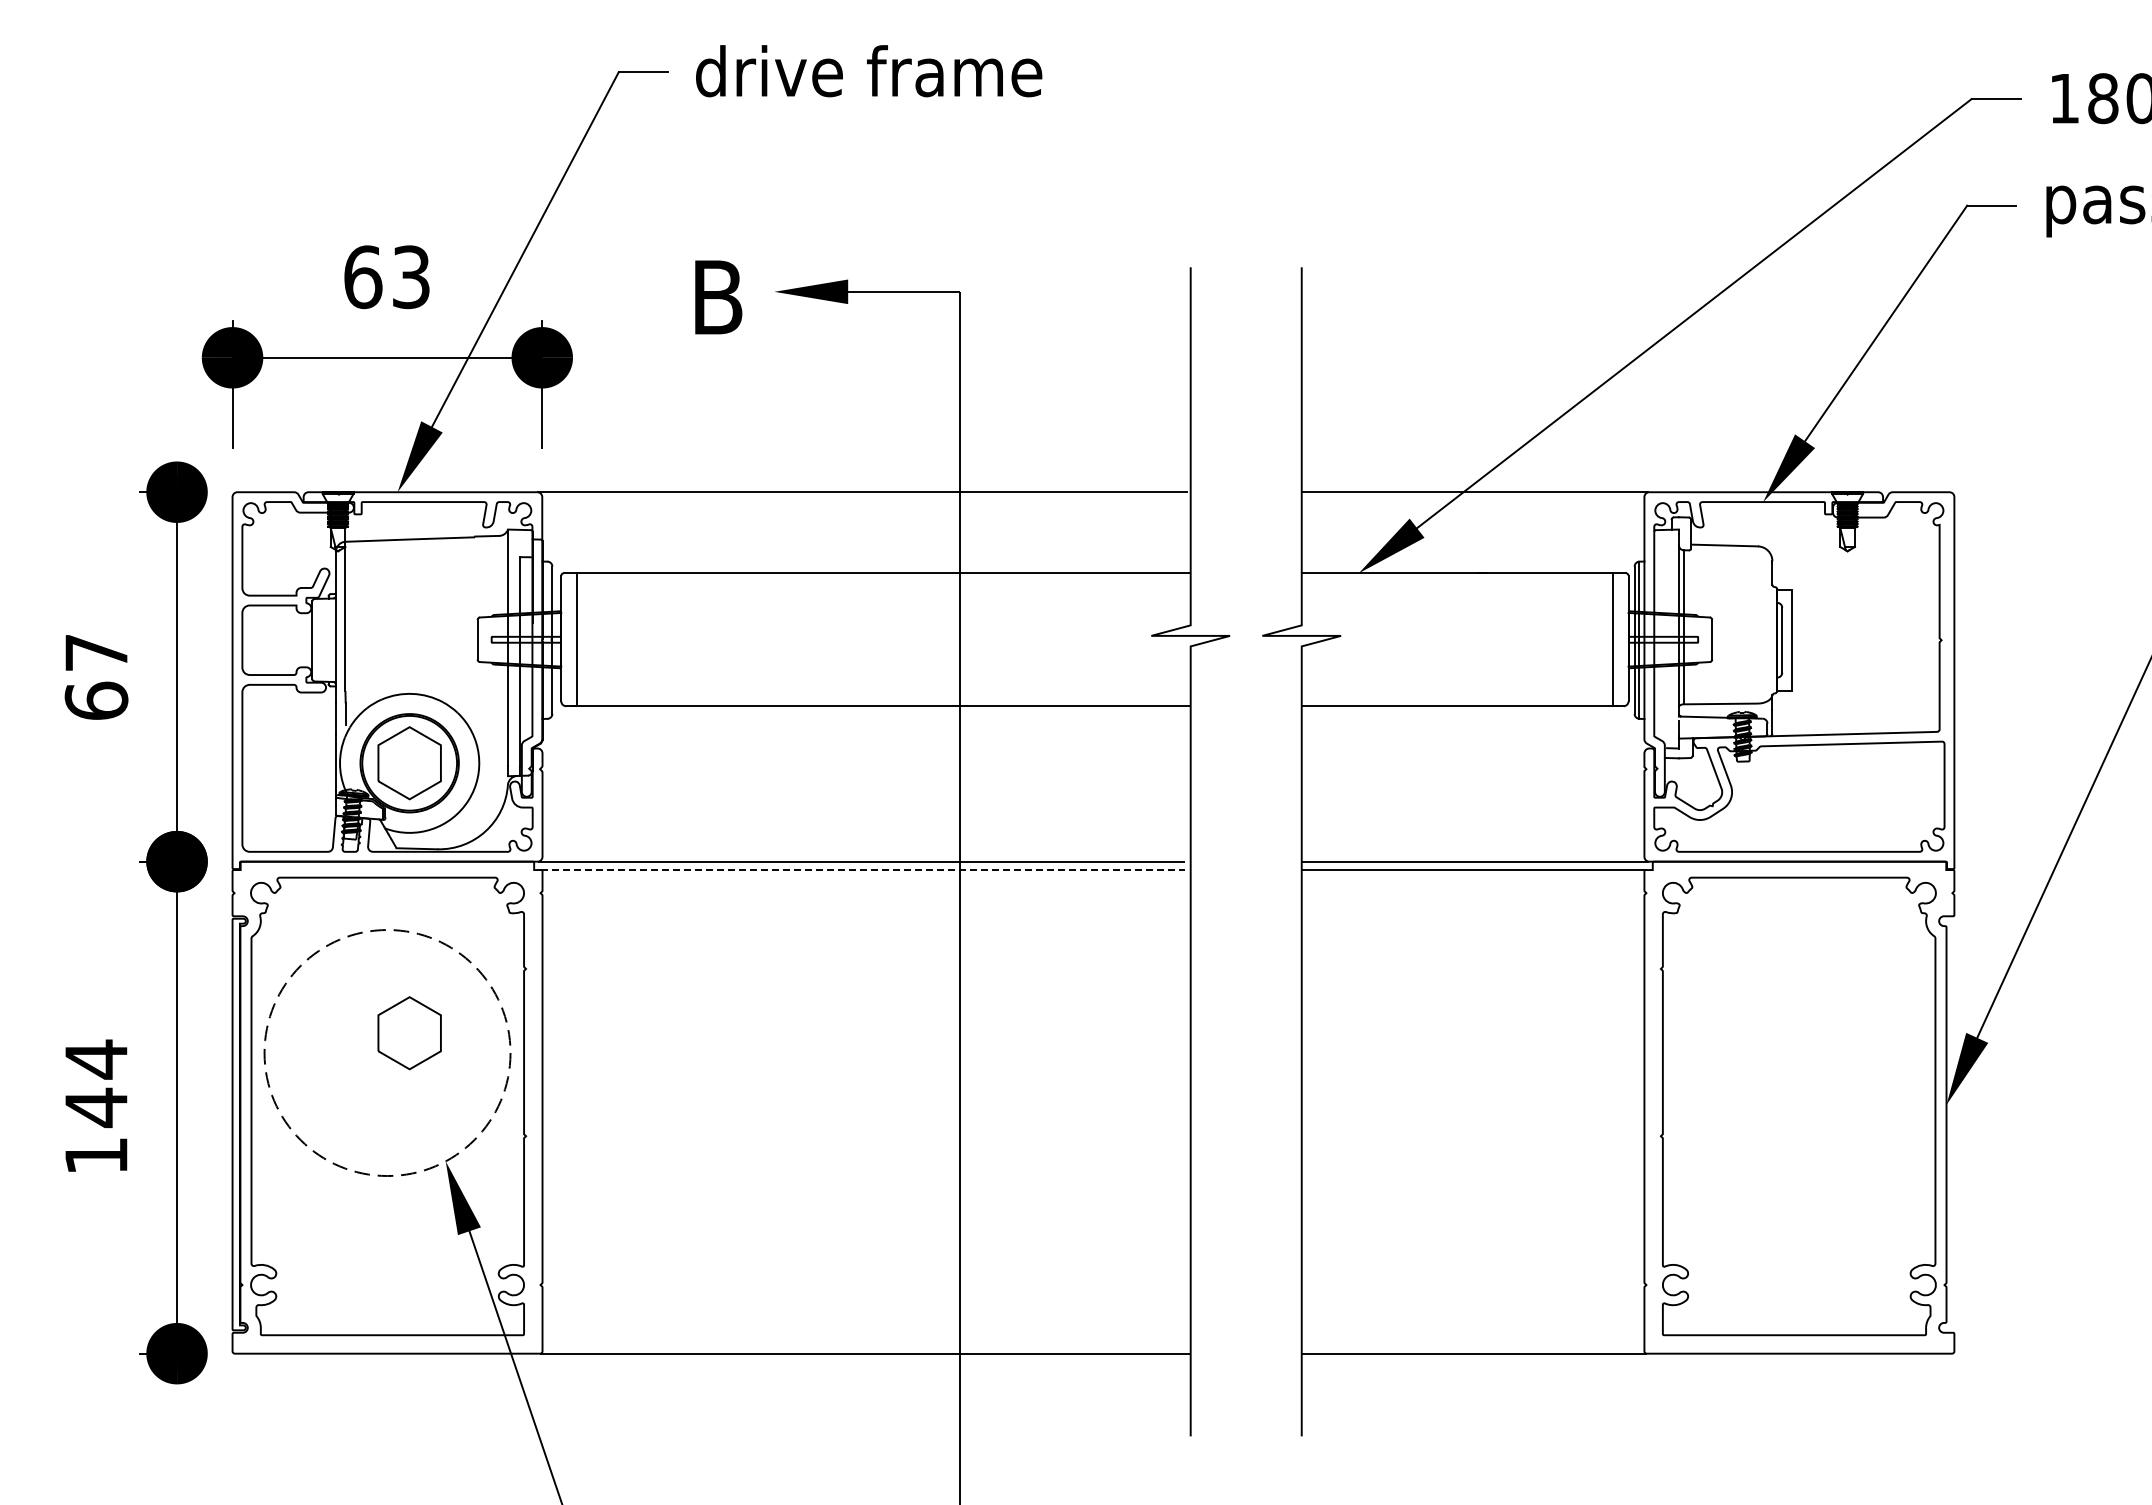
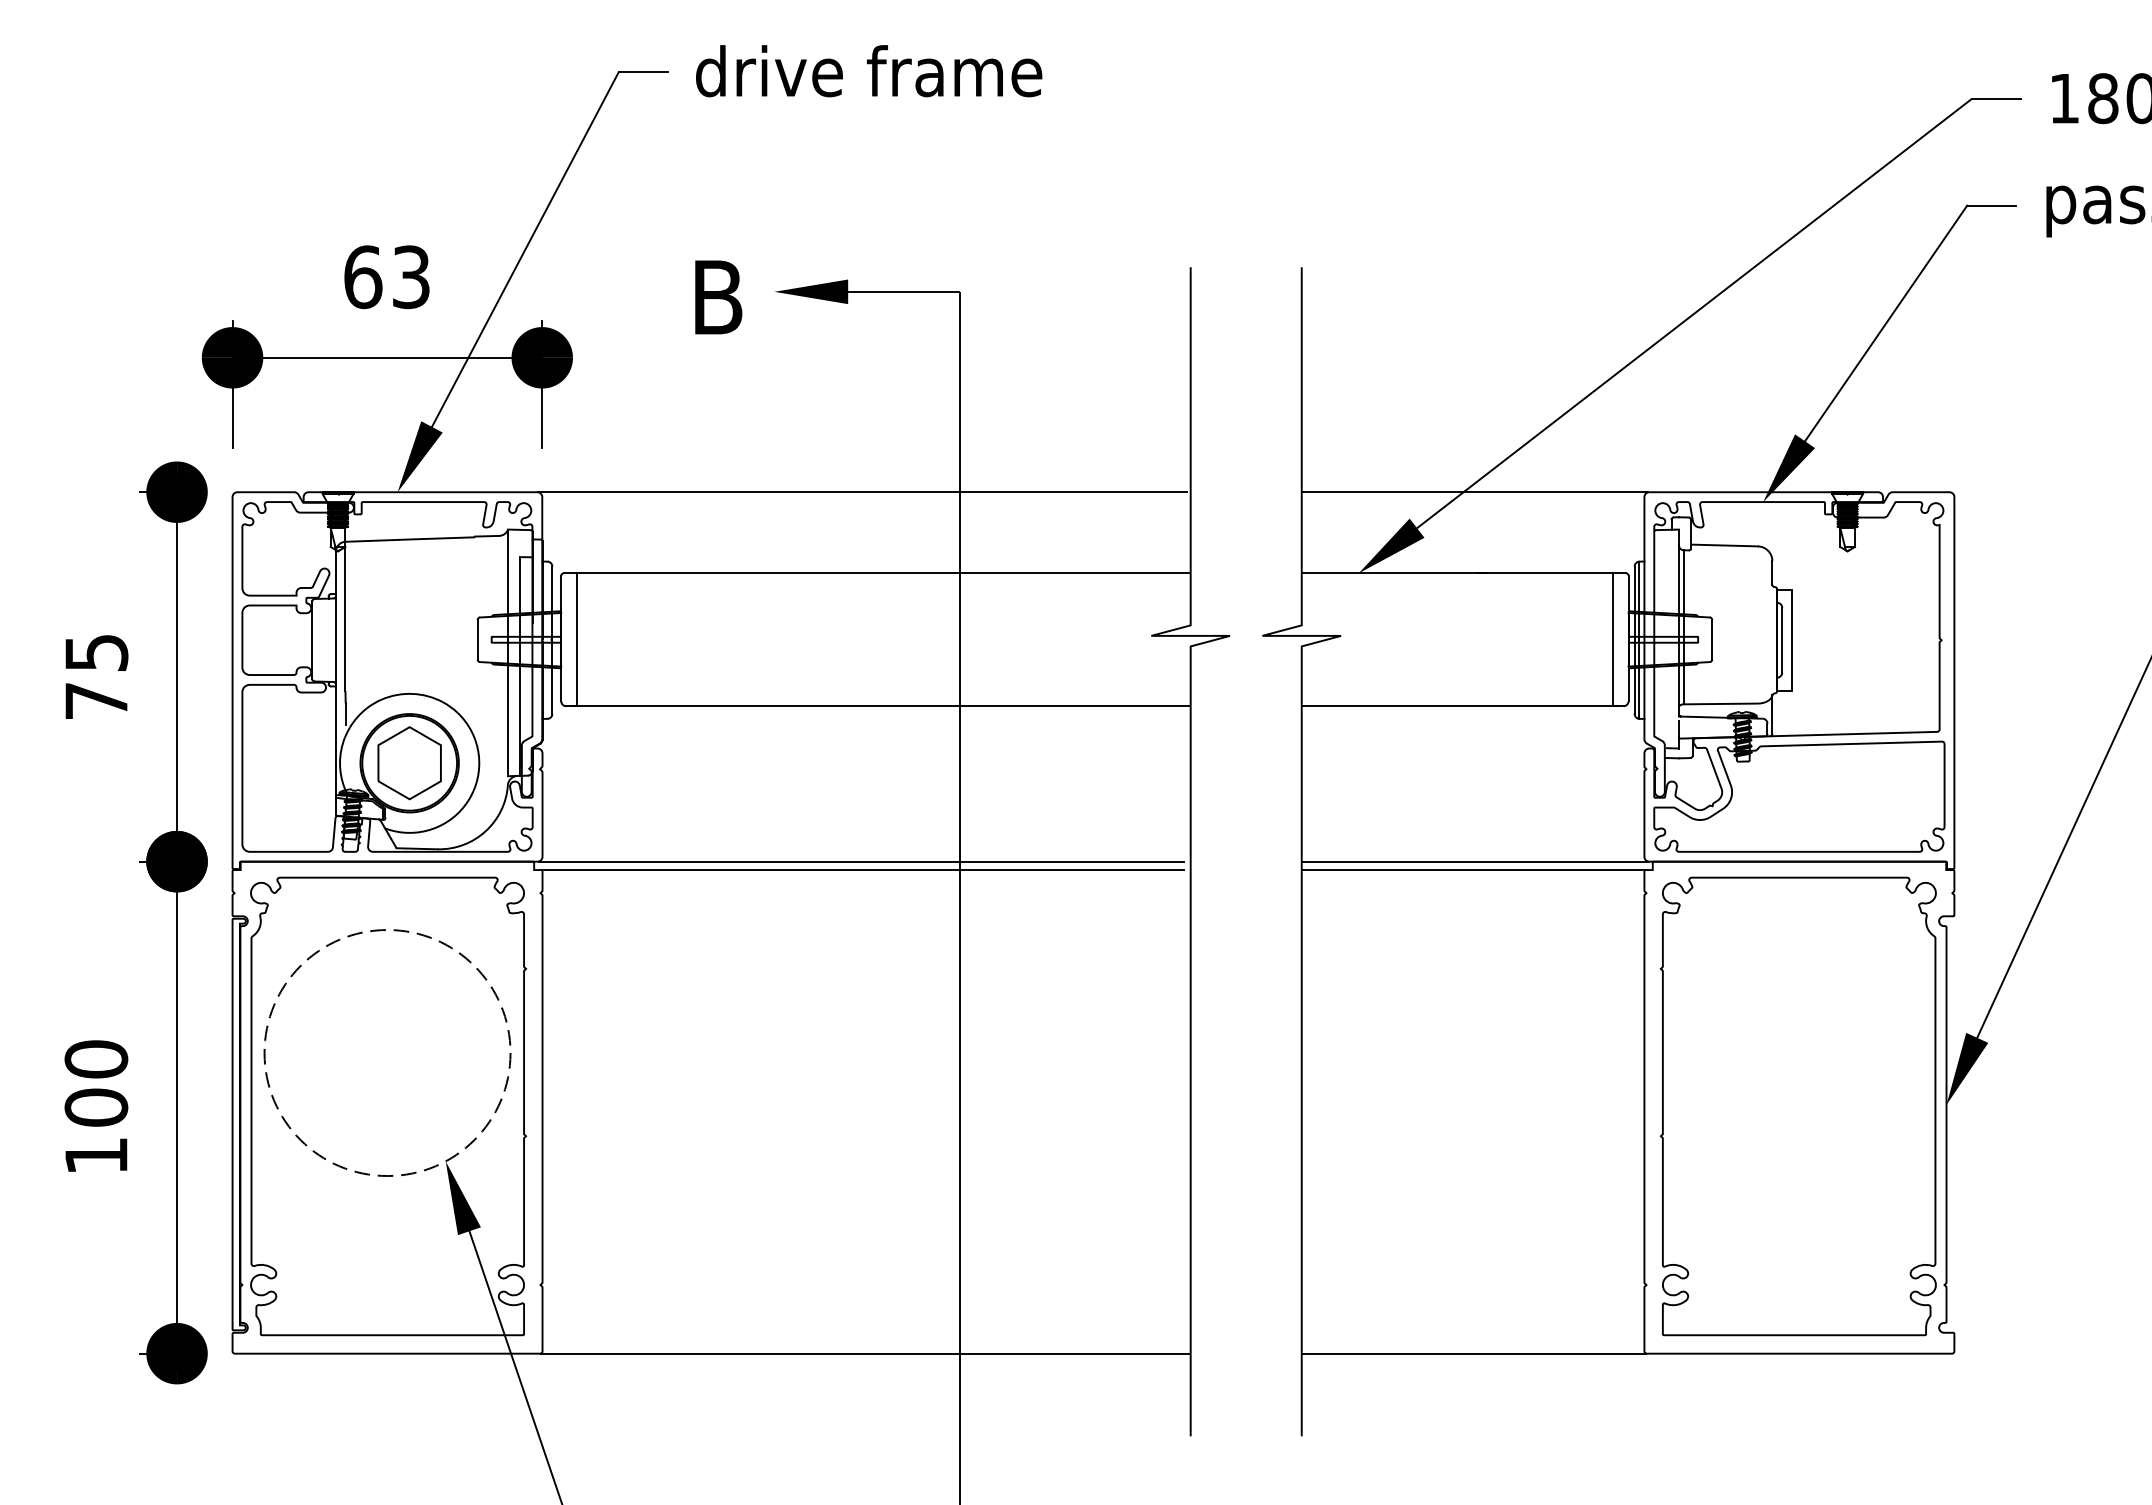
text at (96, 677): 67 -> 75
line at (863, 870): dashed -> solid
part at (409, 1033): present -> none
text at (96, 1083): 144 -> 100
